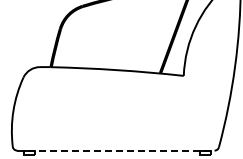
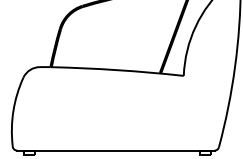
line at (115, 150): dashed -> solid
